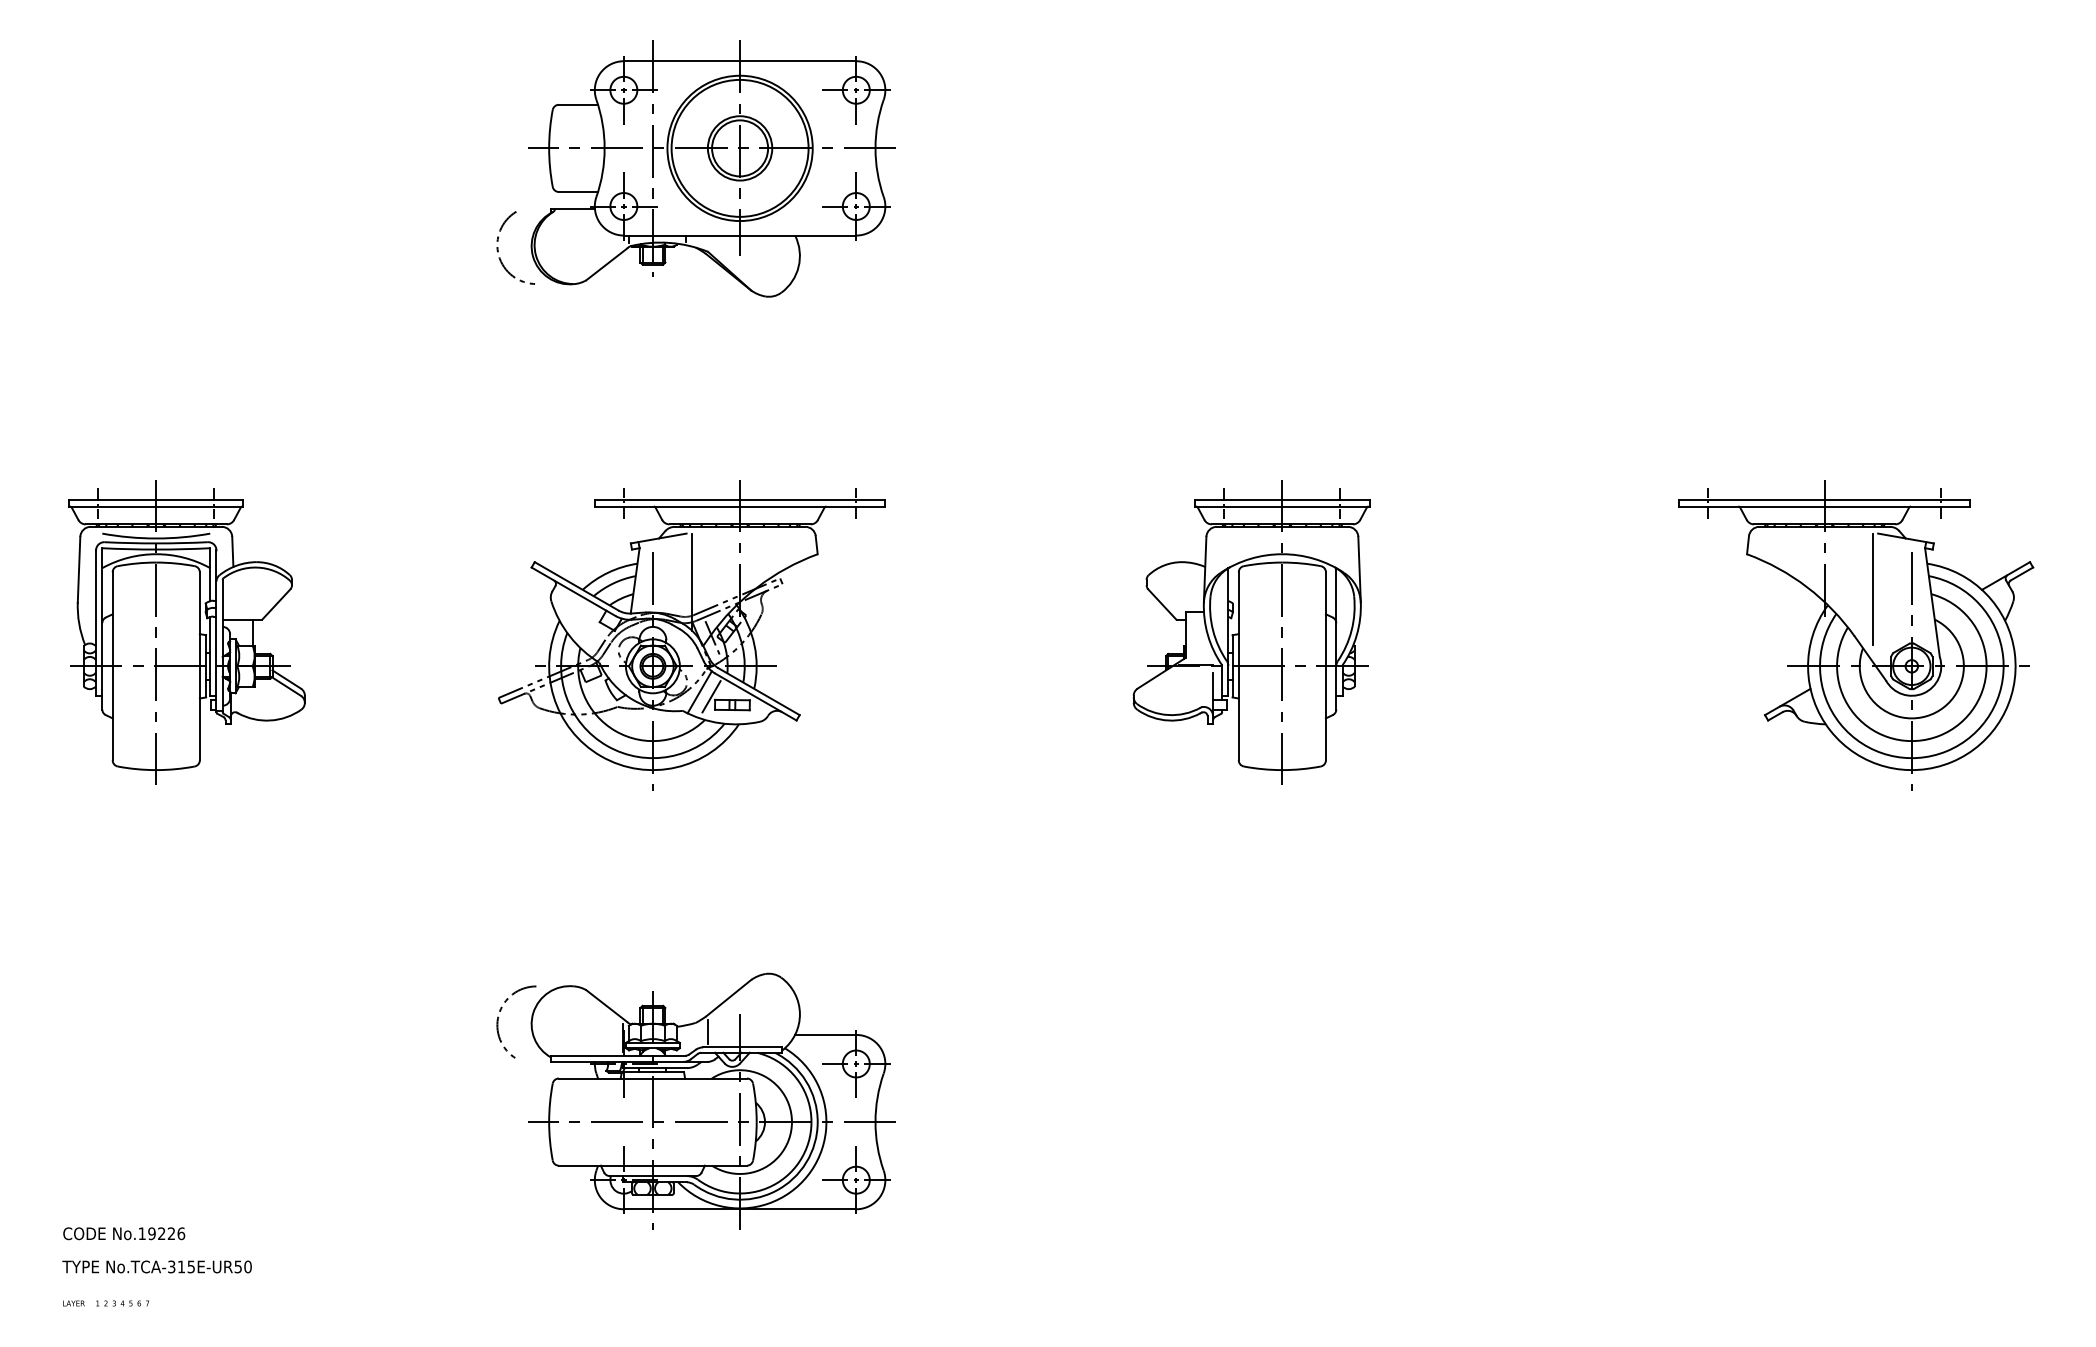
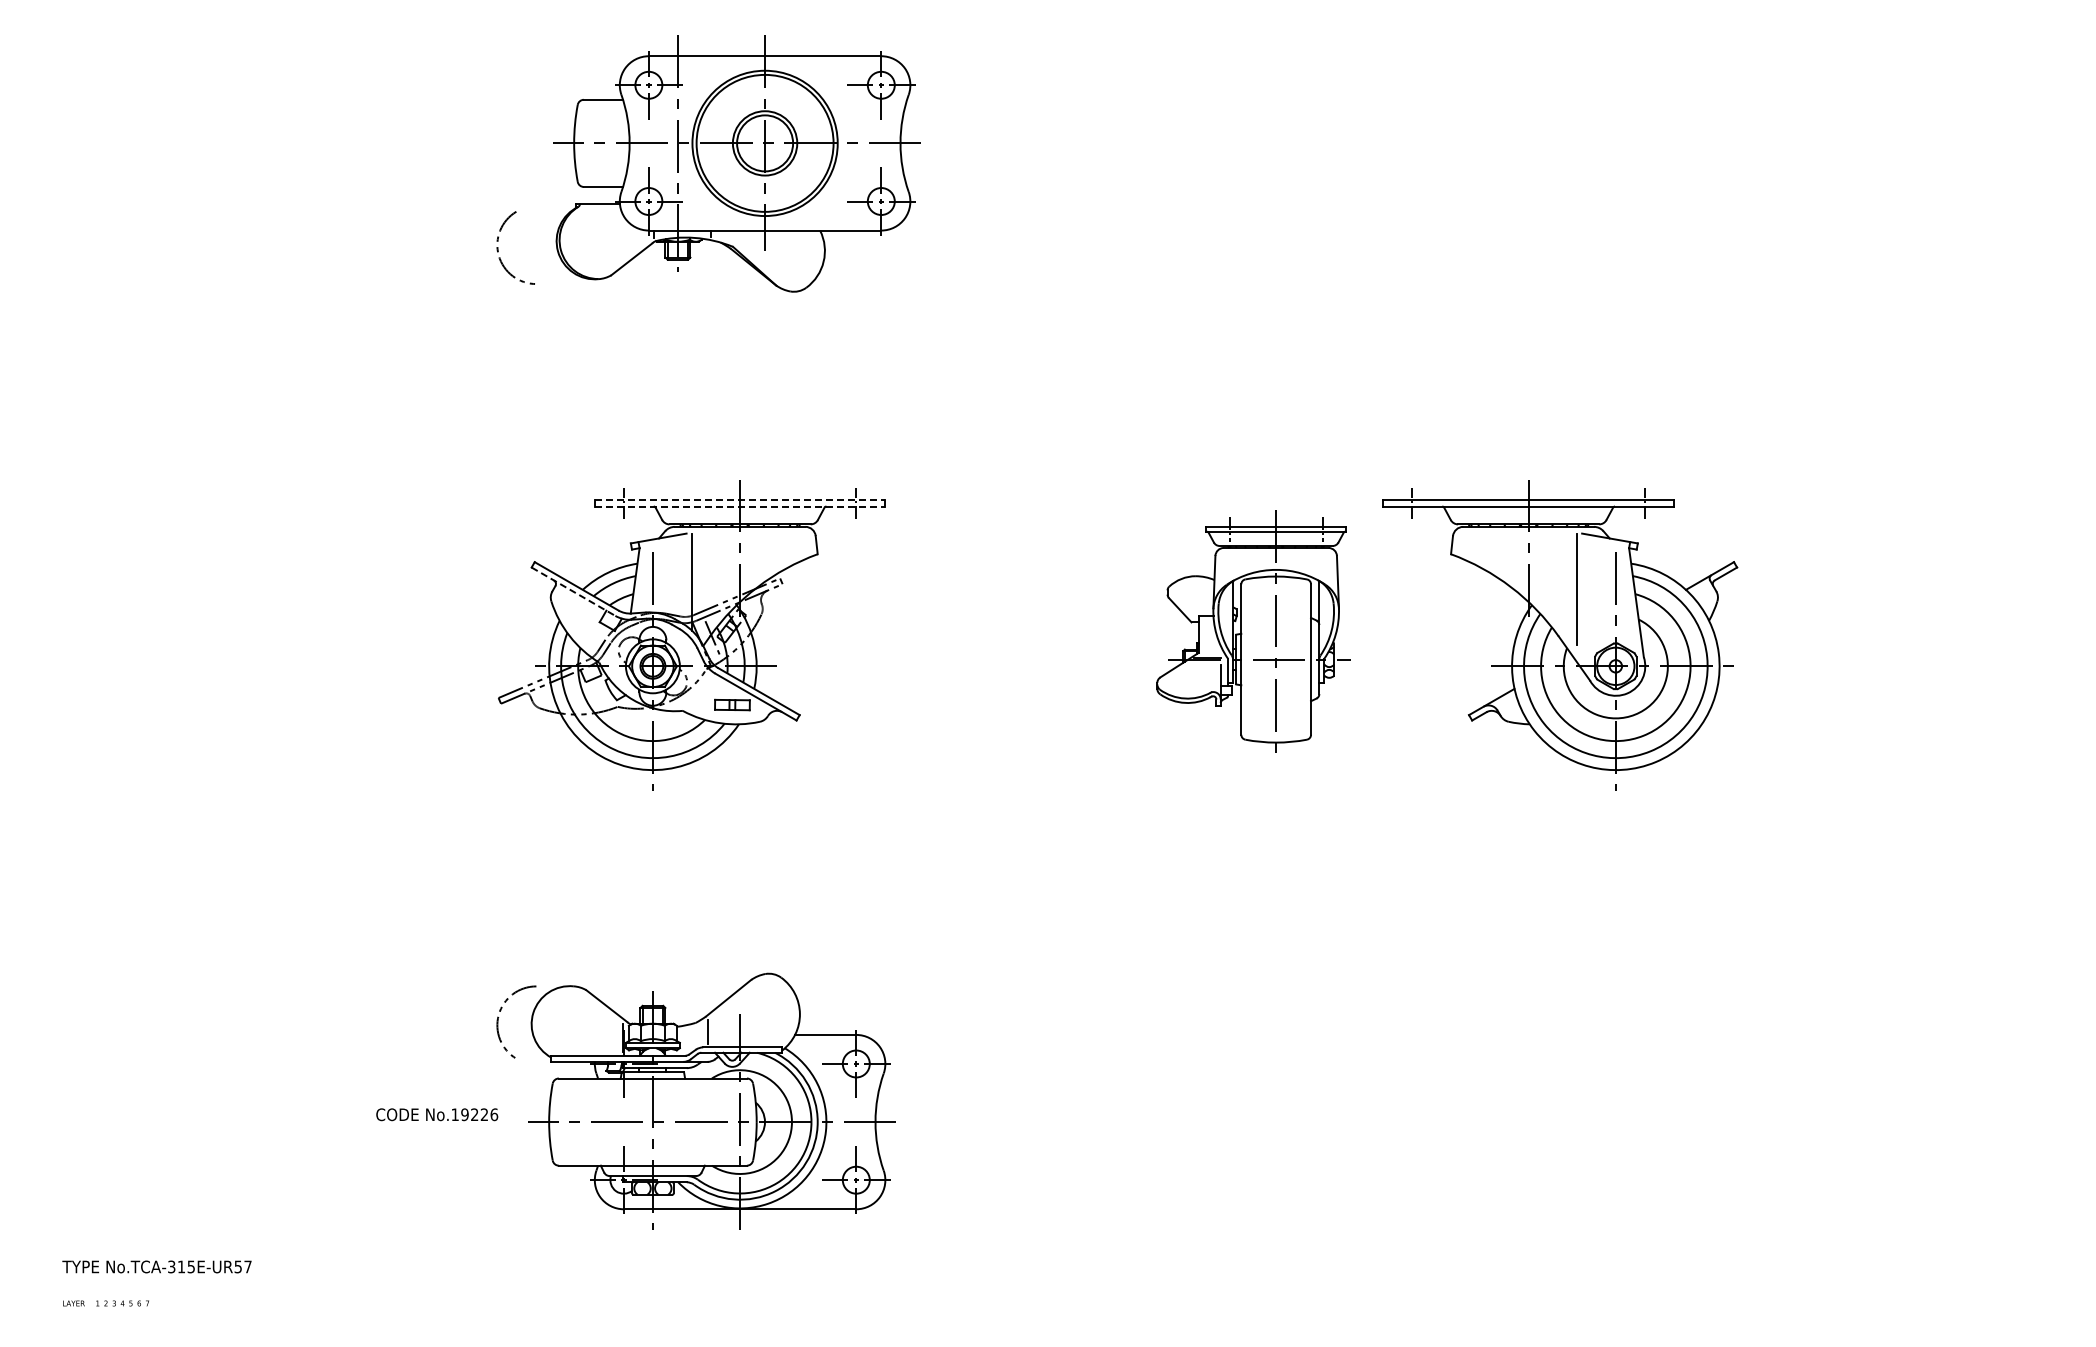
part at (711, 168) position: (711, 168) -> (736, 163)
line at (740, 500): solid -> dashed
line at (740, 506): solid -> dashed
line at (573, 591): solid -> dashed
part at (186, 632): present -> none
part at (1251, 632) size: 239x305 px -> 195x243 px
part at (1856, 635) position: (1856, 635) -> (1560, 635)
line at (699, 692): present -> none
line at (711, 696): present -> none
text at (124, 1233) position: (124, 1233) -> (437, 1114)
text at (247, 1266): No.TCA-315E-UR50 -> No.TCA-315E-UR57
